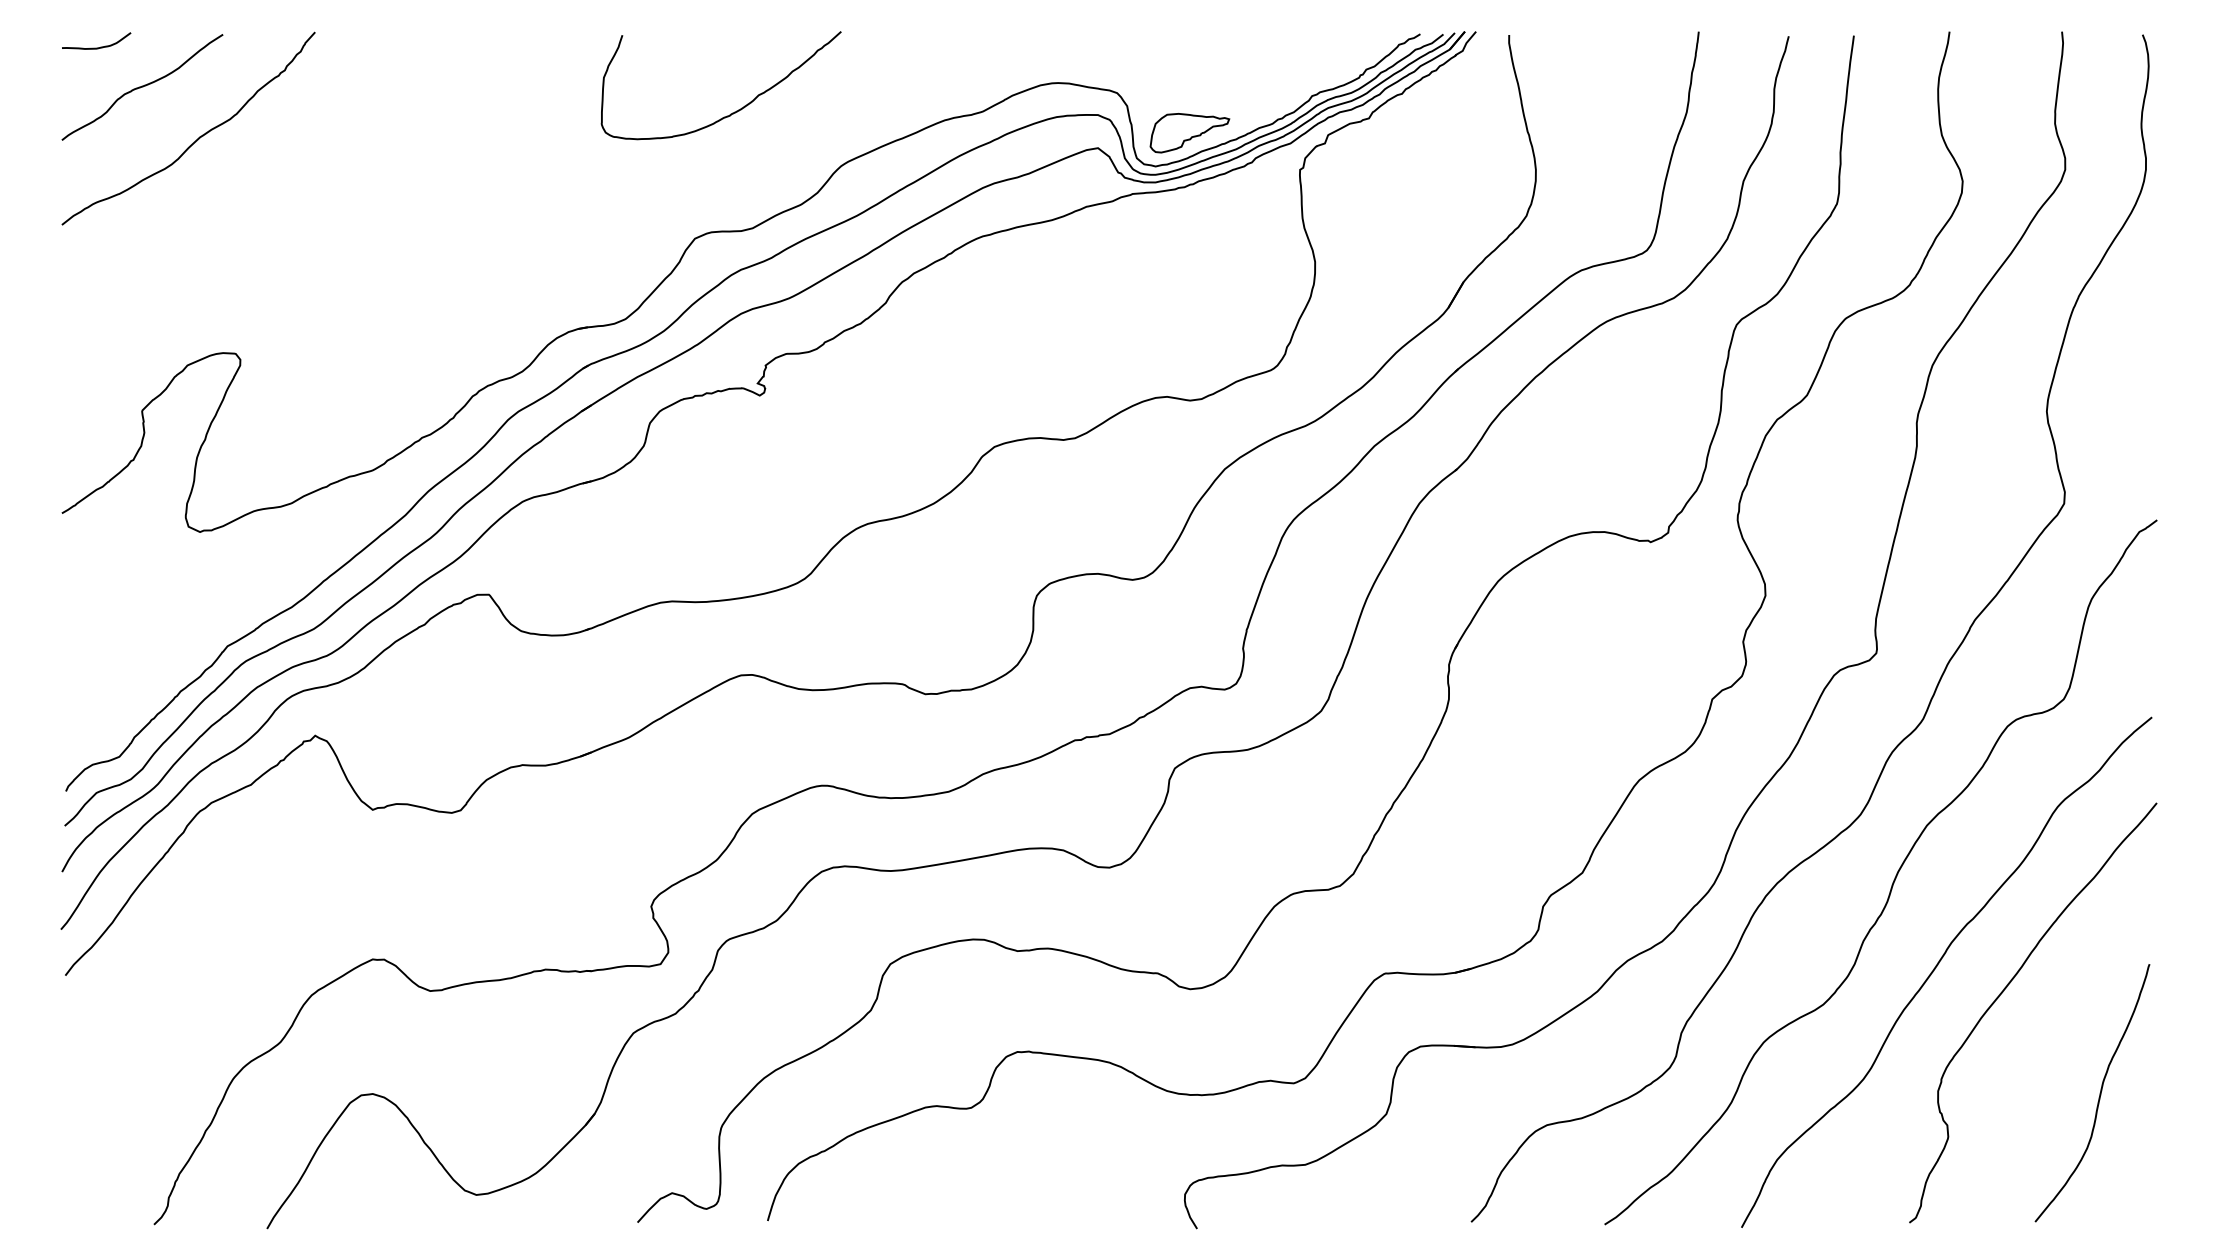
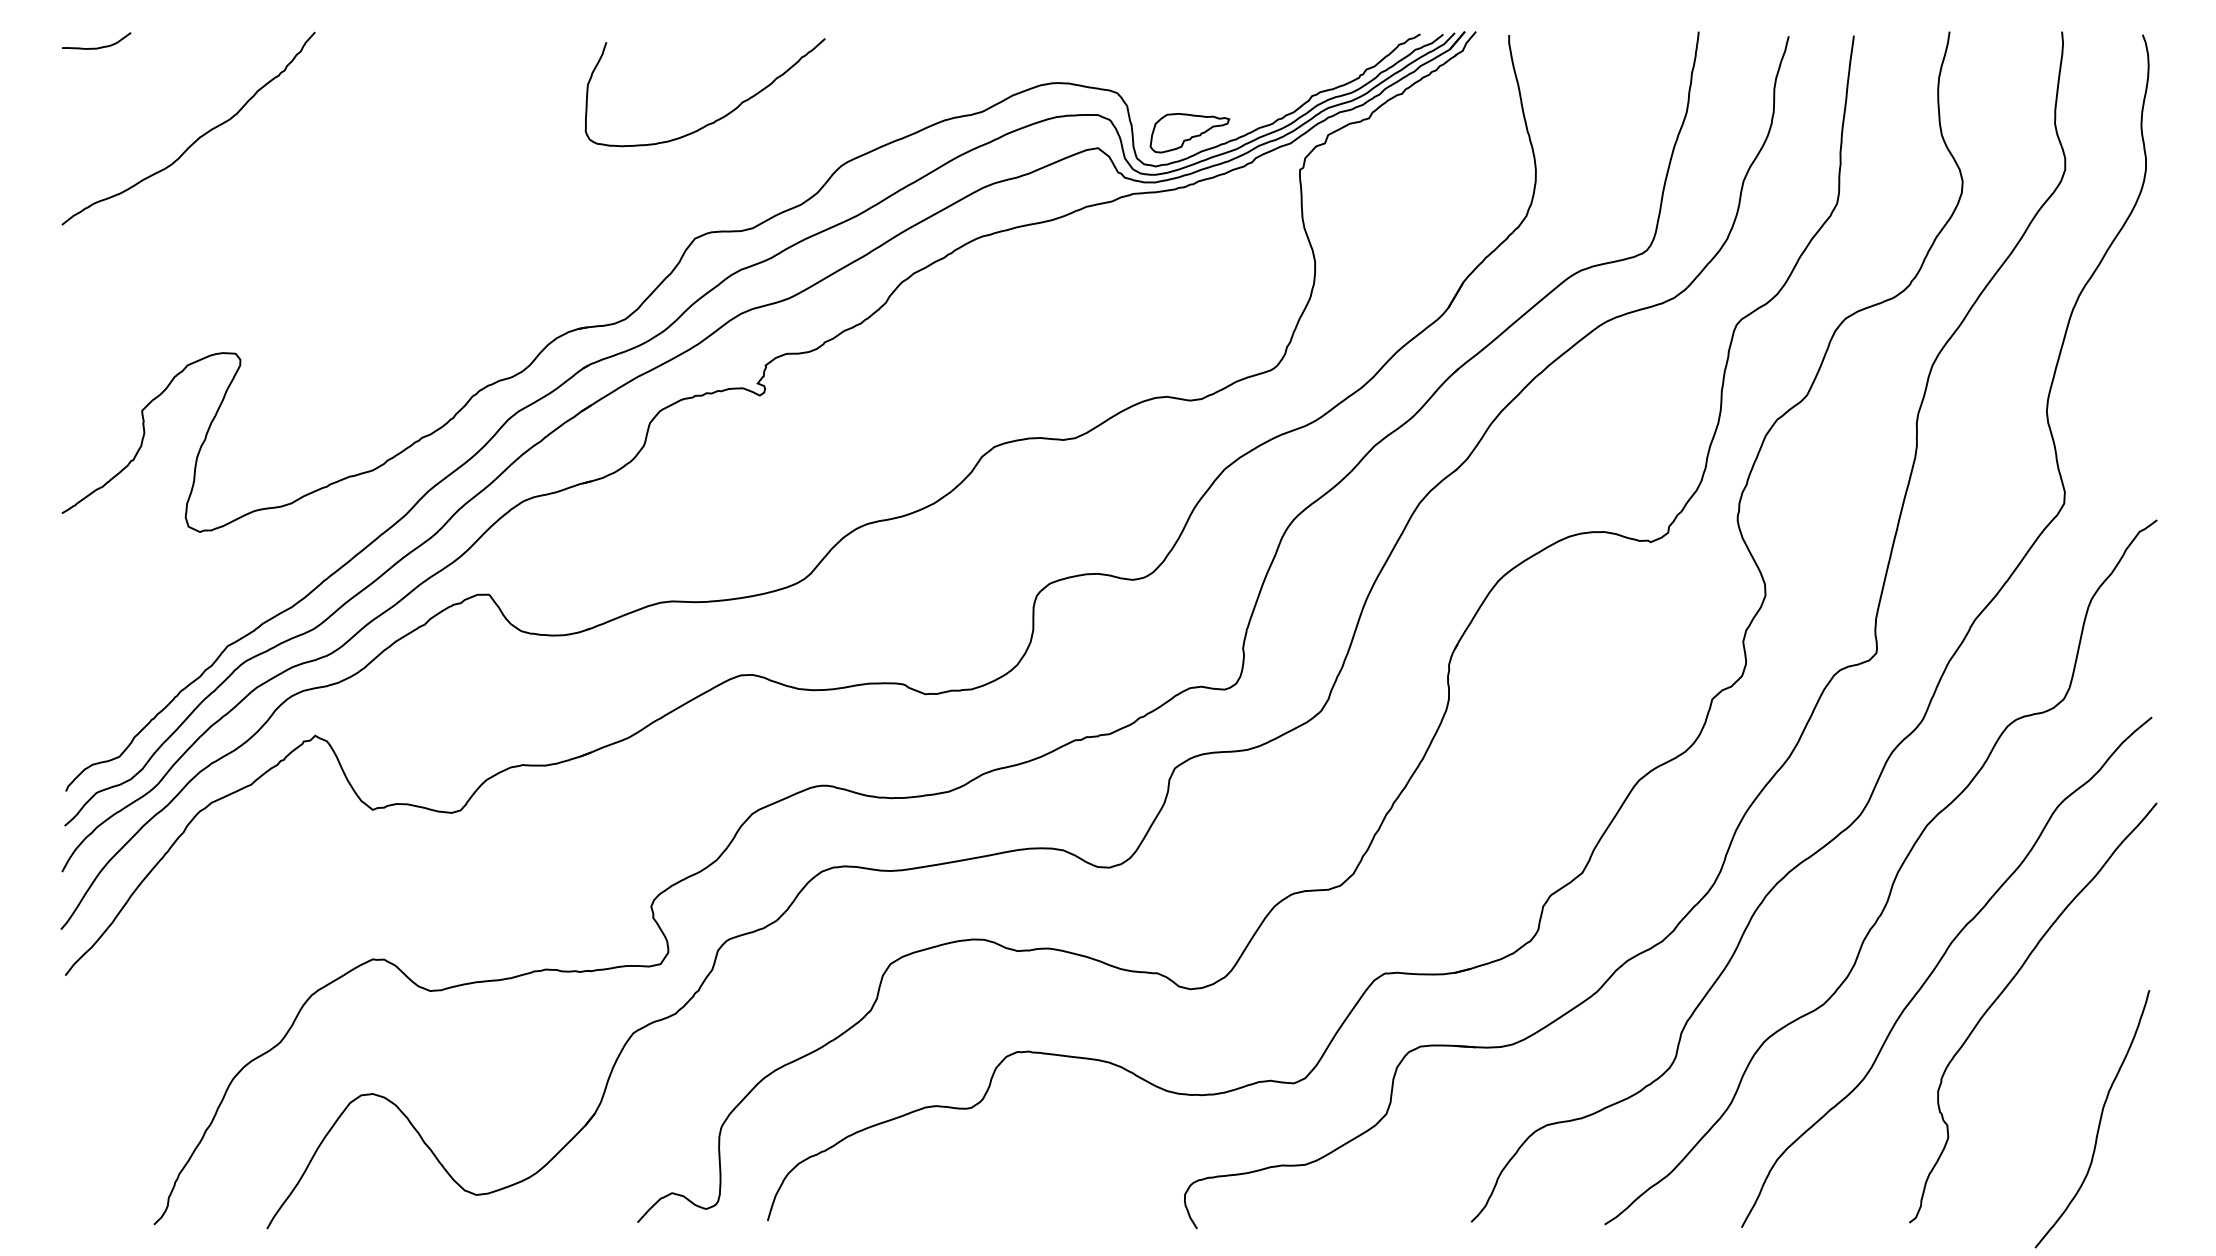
curve at (142, 87): present -> none
curve at (734, 111) position: (734, 111) -> (718, 118)
curve at (2099, 1093) position: (2099, 1093) -> (2099, 1119)
